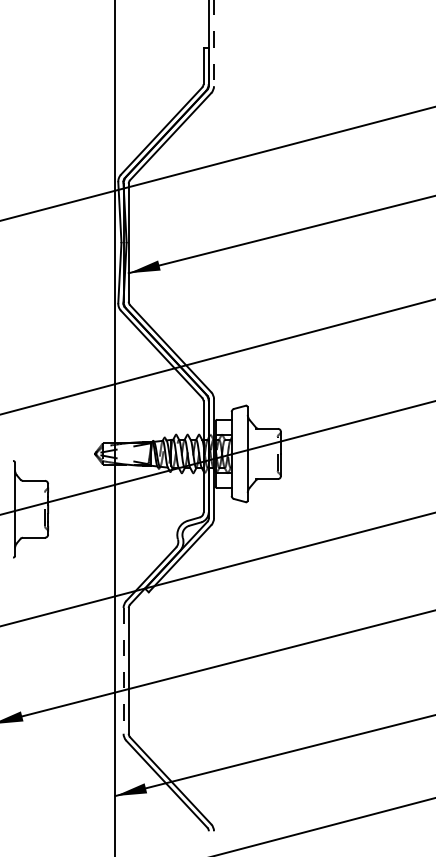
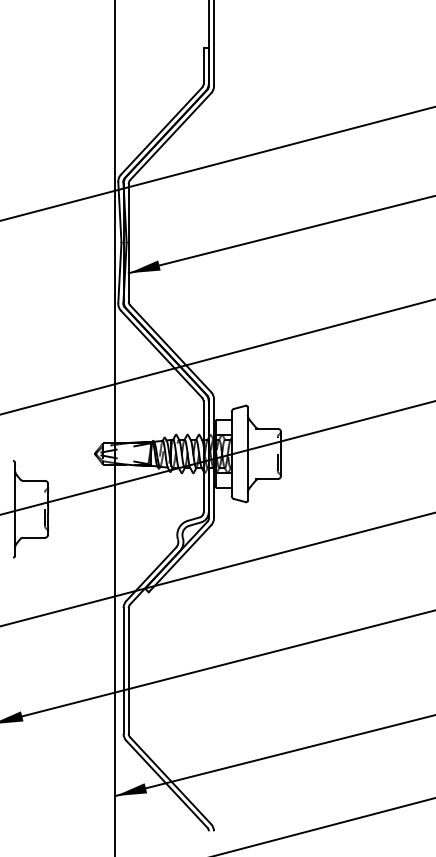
line at (214, 43): dashed -> solid
line at (123, 670): dashed -> solid
